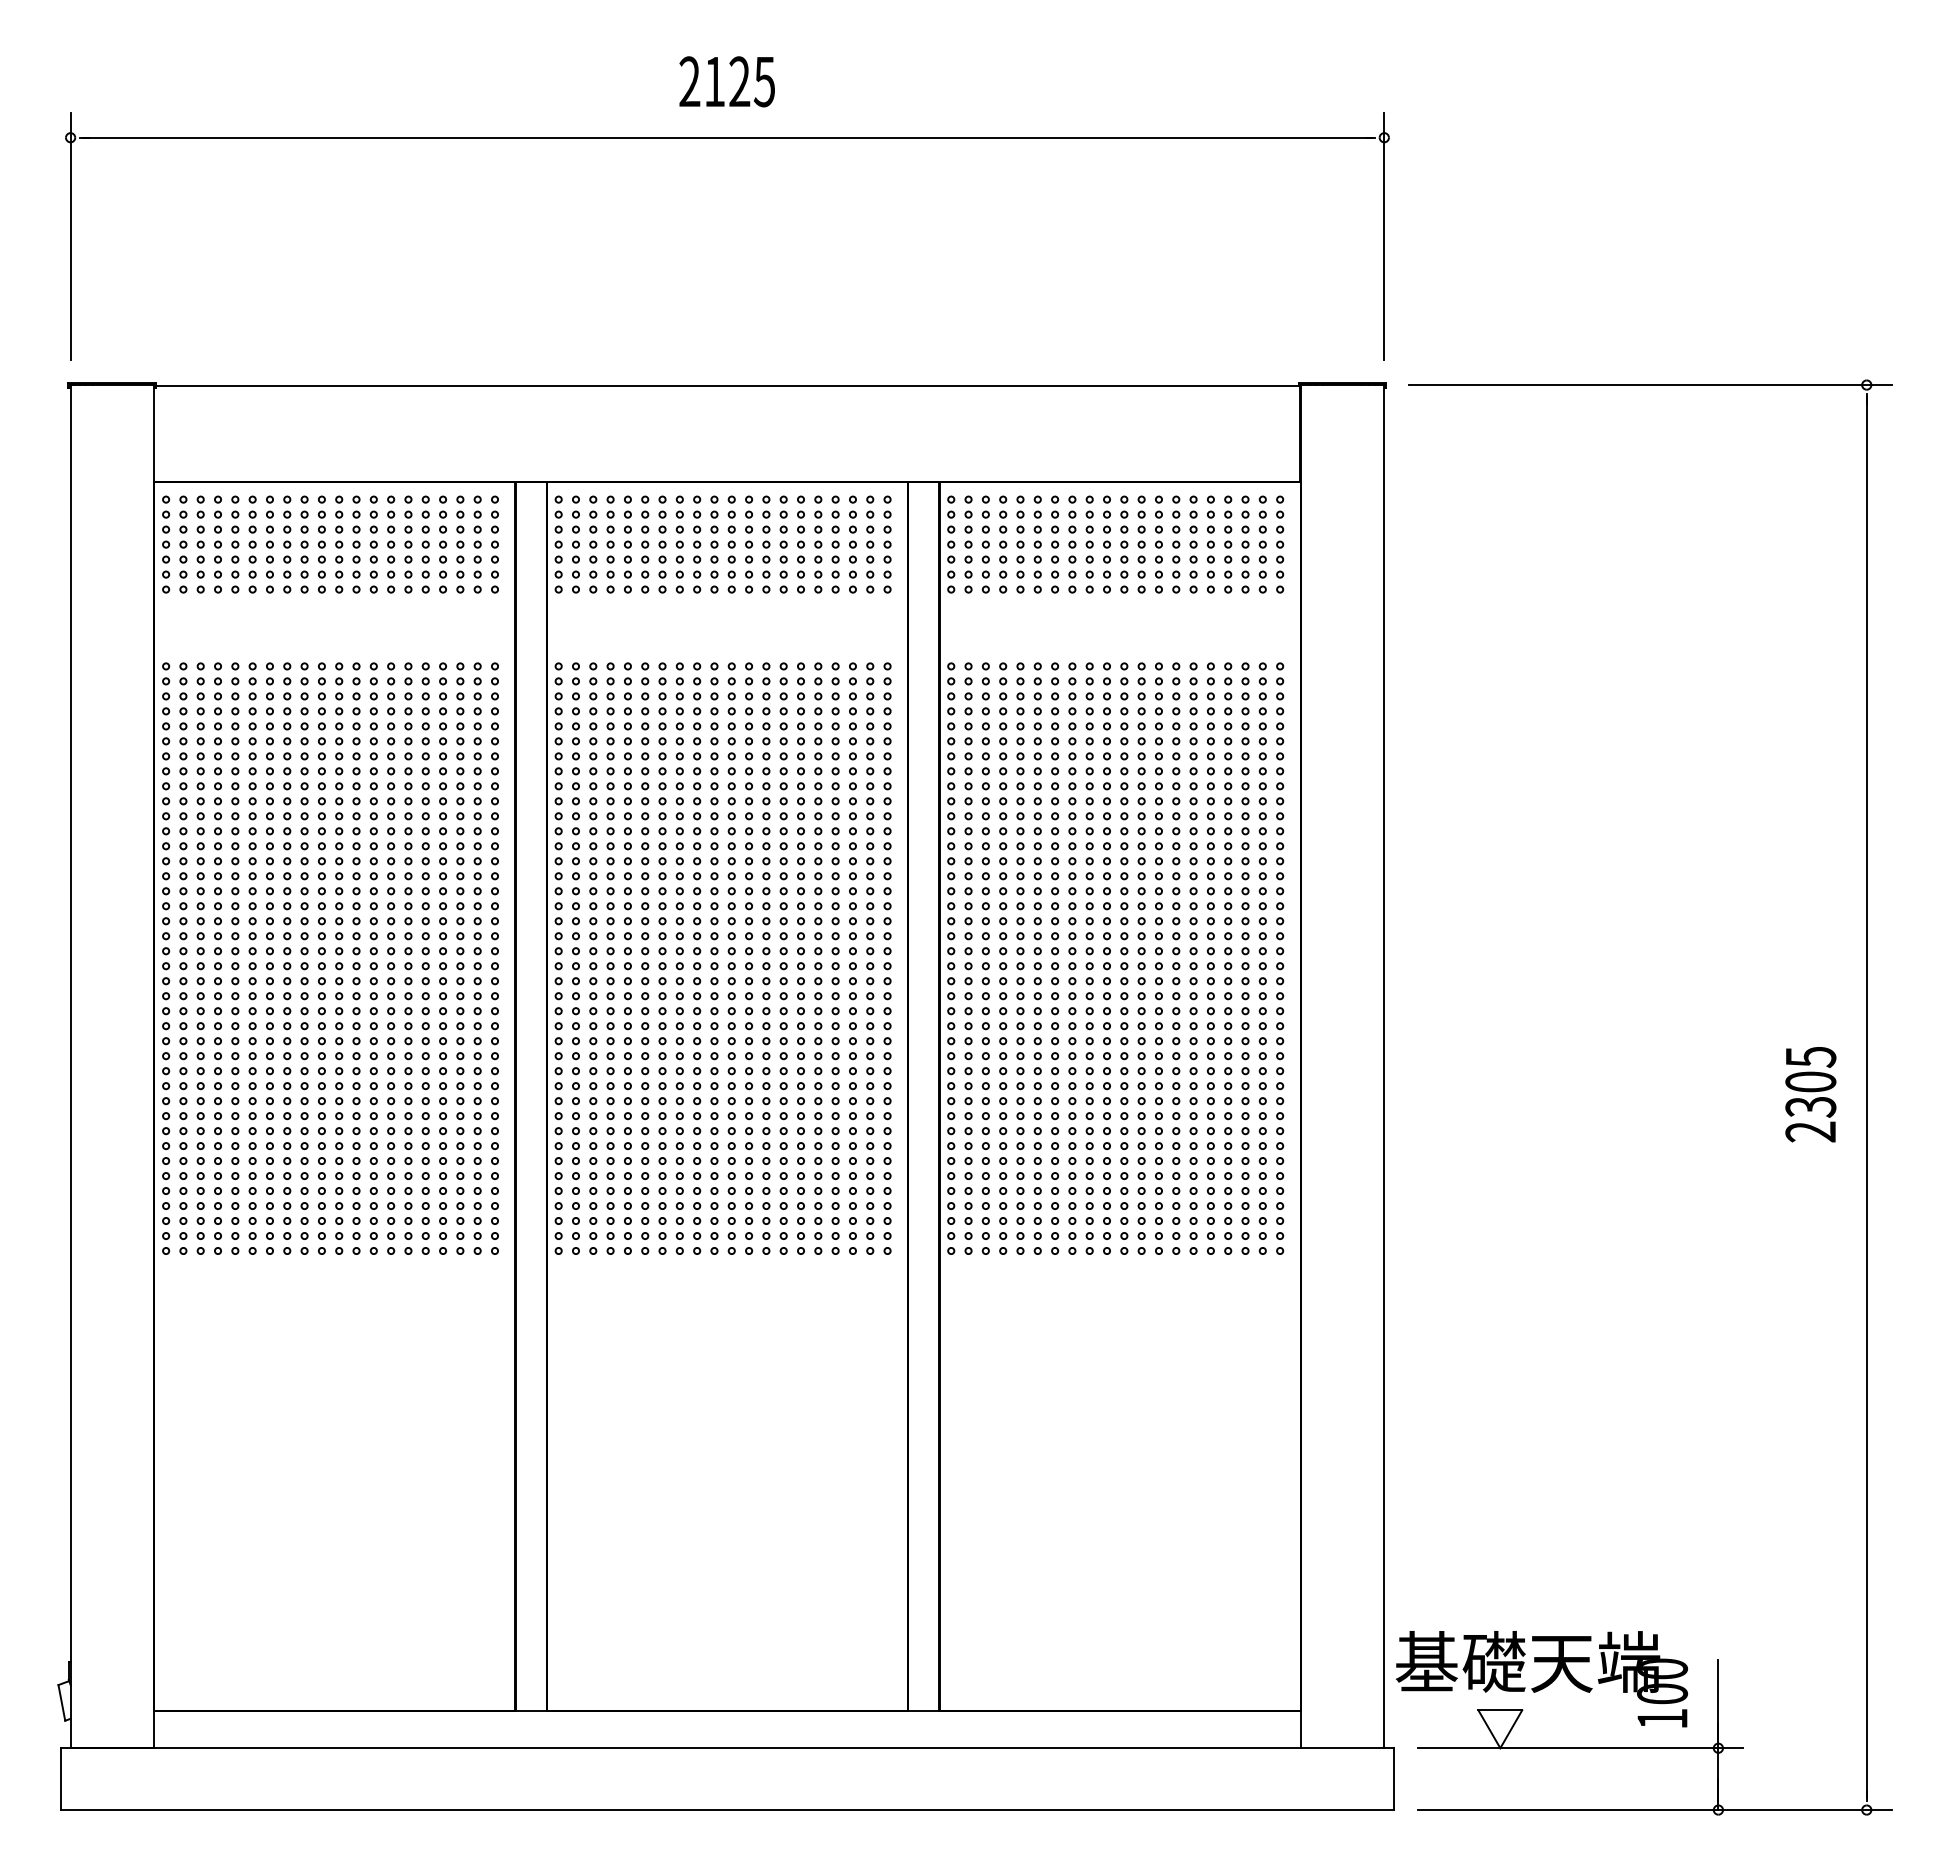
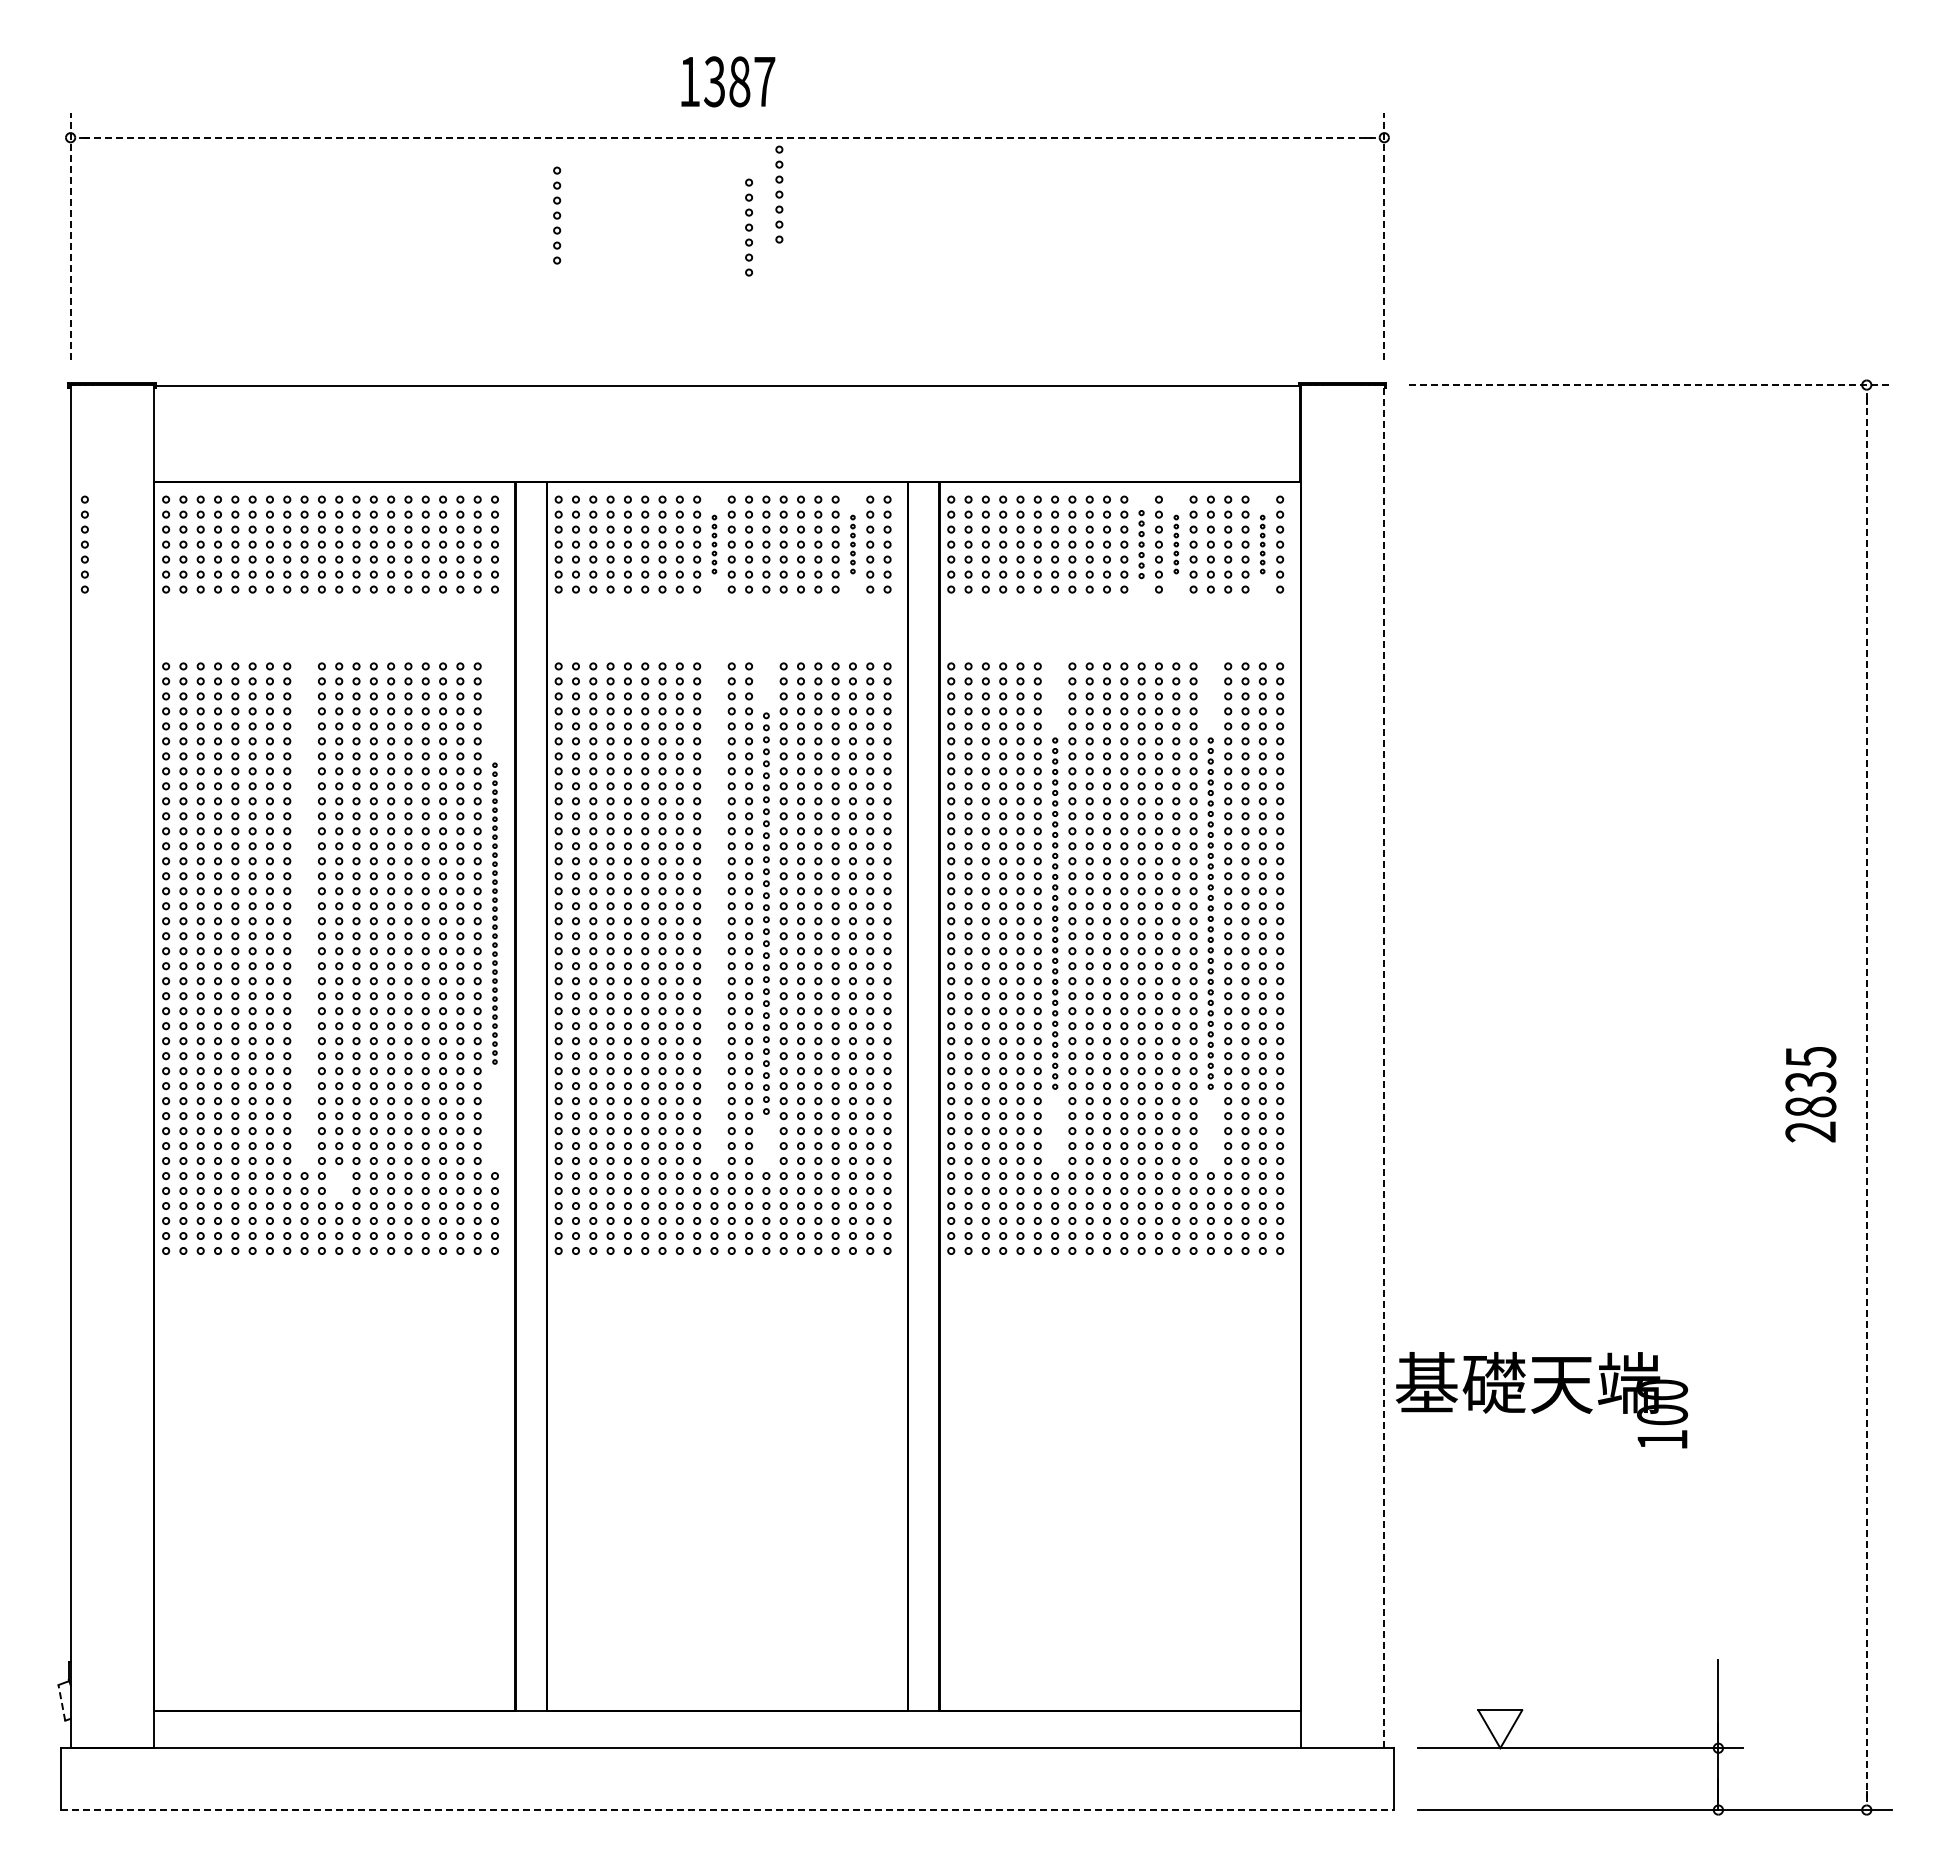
text at (727, 81): 2125 -> 1387
line at (727, 137): solid -> dashed
part at (779, 194): none -> present
part at (557, 215): none -> present
part at (749, 227): none -> present
line at (70, 236): solid -> dashed
line at (1384, 236): solid -> dashed
line at (1650, 385): solid -> dashed
part at (84, 544): none -> present
part at (714, 544) size: 9x99 px -> 7x61 px
part at (852, 544) size: 8x99 px -> 6x61 px
part at (1141, 544) size: 9x99 px -> 7x70 px
part at (1176, 544) size: 9x99 px -> 7x61 px
part at (1262, 544) size: 9x99 px -> 6x61 px
part at (304, 913): present -> none
part at (494, 913) size: 8x503 px -> 6x303 px
part at (714, 913): present -> none
part at (766, 913) size: 9x503 px -> 7x403 px
part at (1055, 913) size: 9x503 px -> 7x353 px
part at (1210, 913) size: 9x503 px -> 7x353 px
line at (1384, 1066): solid -> dashed
text at (1810, 1094): 2305 -> 2835
line at (1866, 1098): solid -> dashed
part at (339, 1183): present -> none
text at (1542, 1679) position: (1542, 1679) -> (1542, 1400)
line at (61, 1702): solid -> dashed
line at (727, 1810): solid -> dashed
